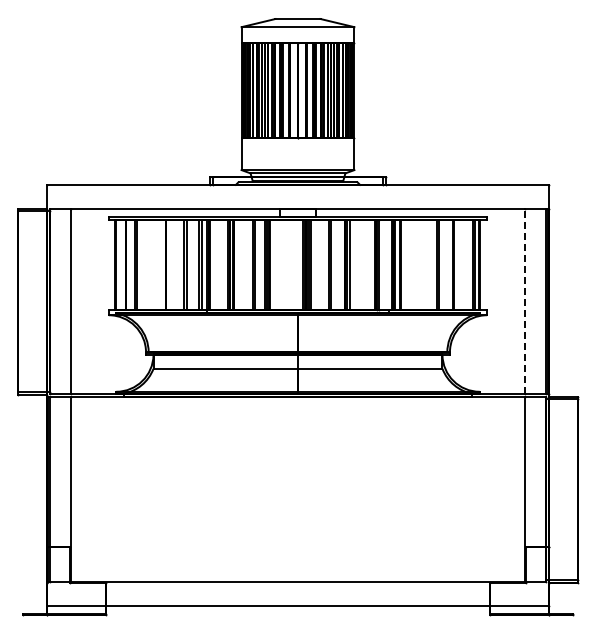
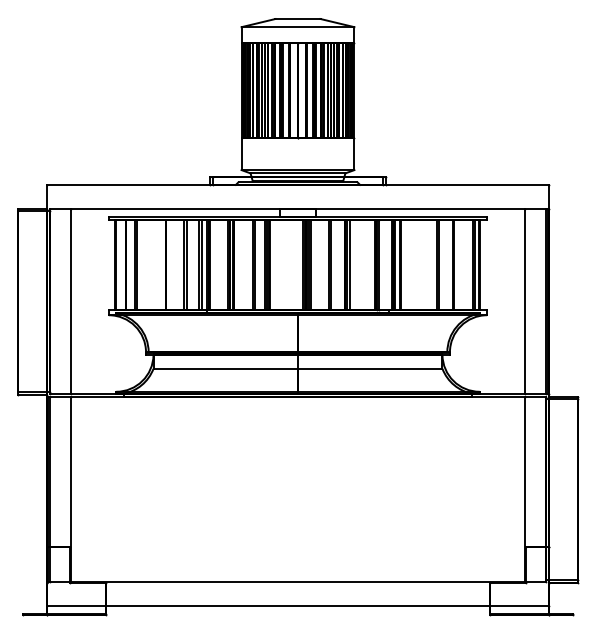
line at (525, 301): dashed -> solid
